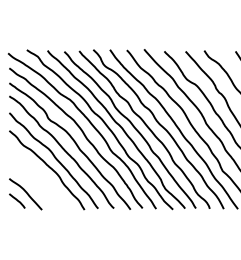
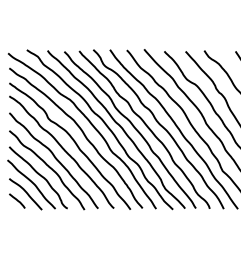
part at (37, 177): none -> present
